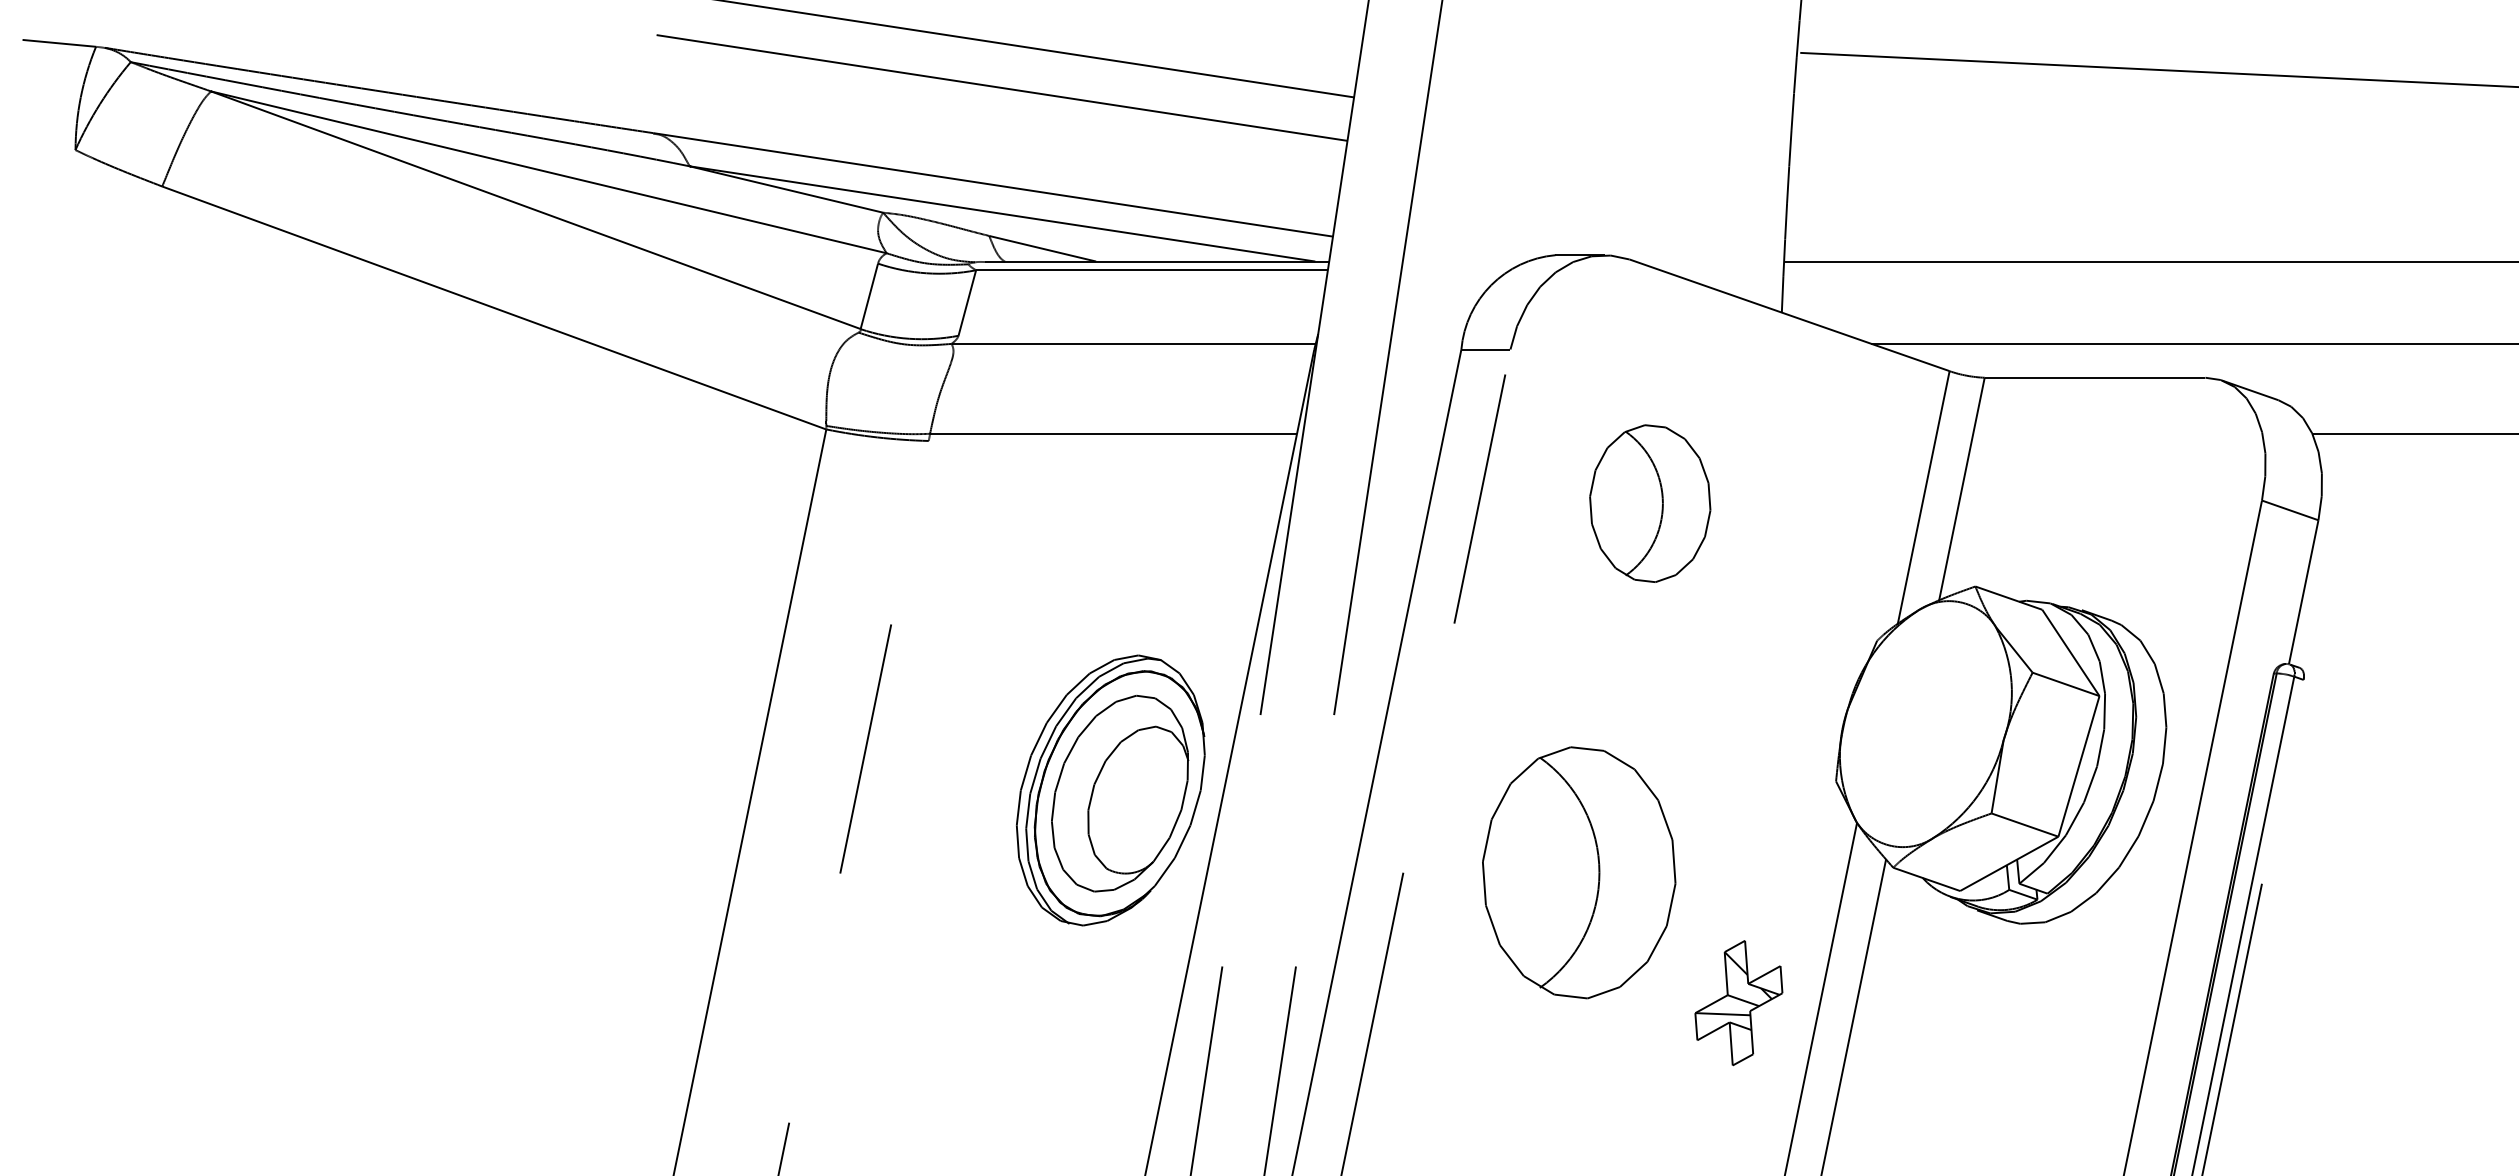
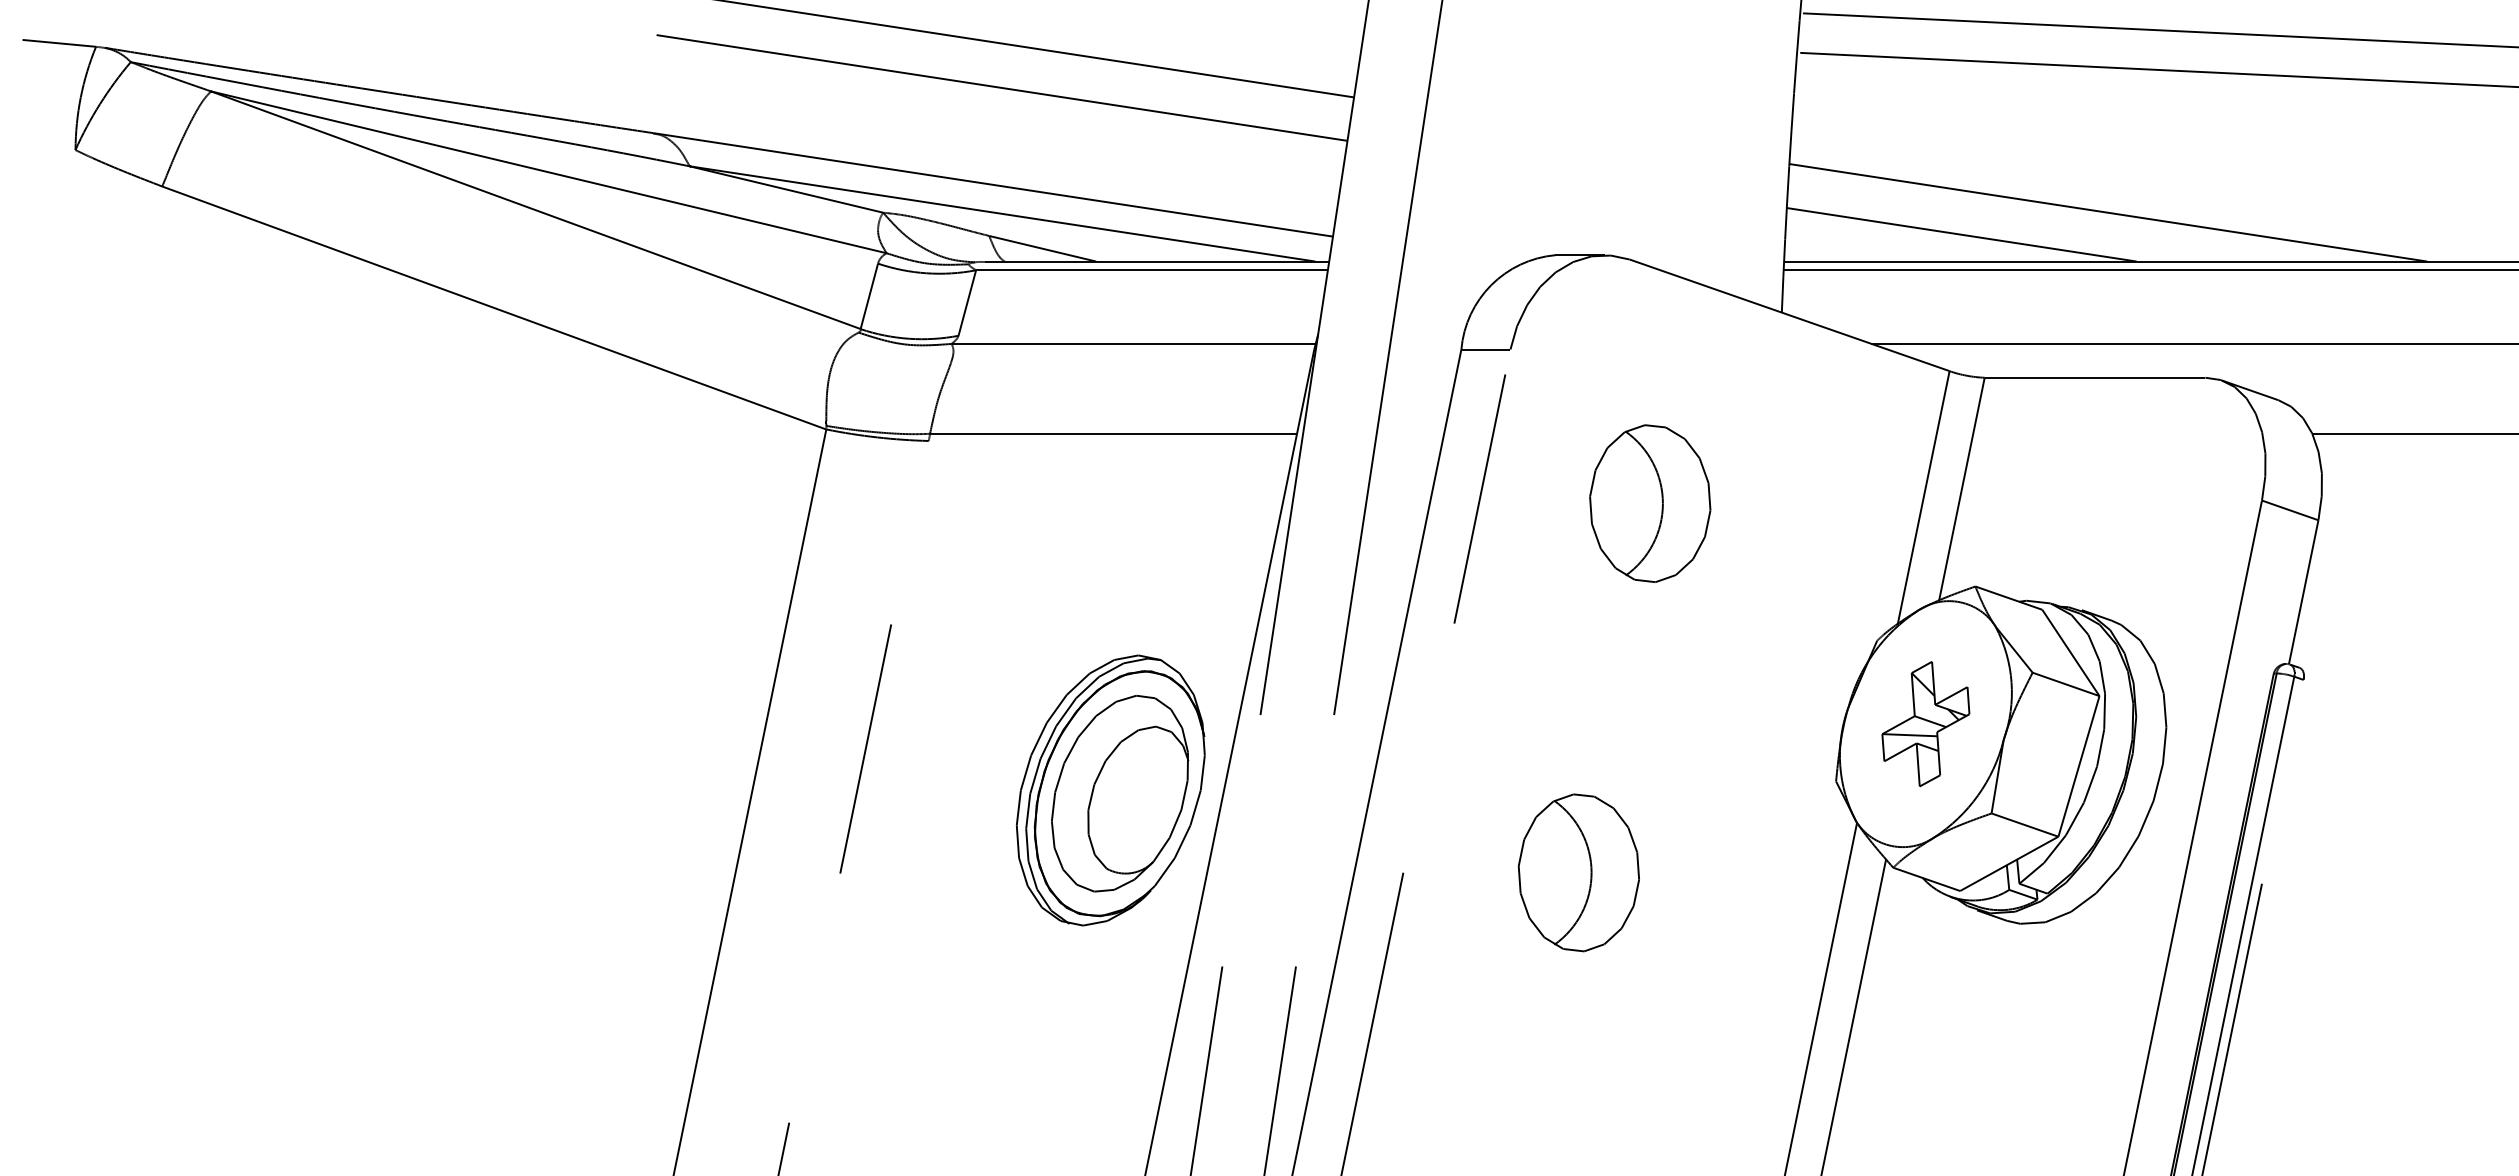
line at (2159, 30): none -> present
line at (2108, 212): none -> present
line at (1961, 234): none -> present
line at (2149, 270): none -> present
part at (1579, 872) size: 195x254 px -> 123x160 px
part at (1738, 1003) position: (1738, 1003) -> (1925, 724)
